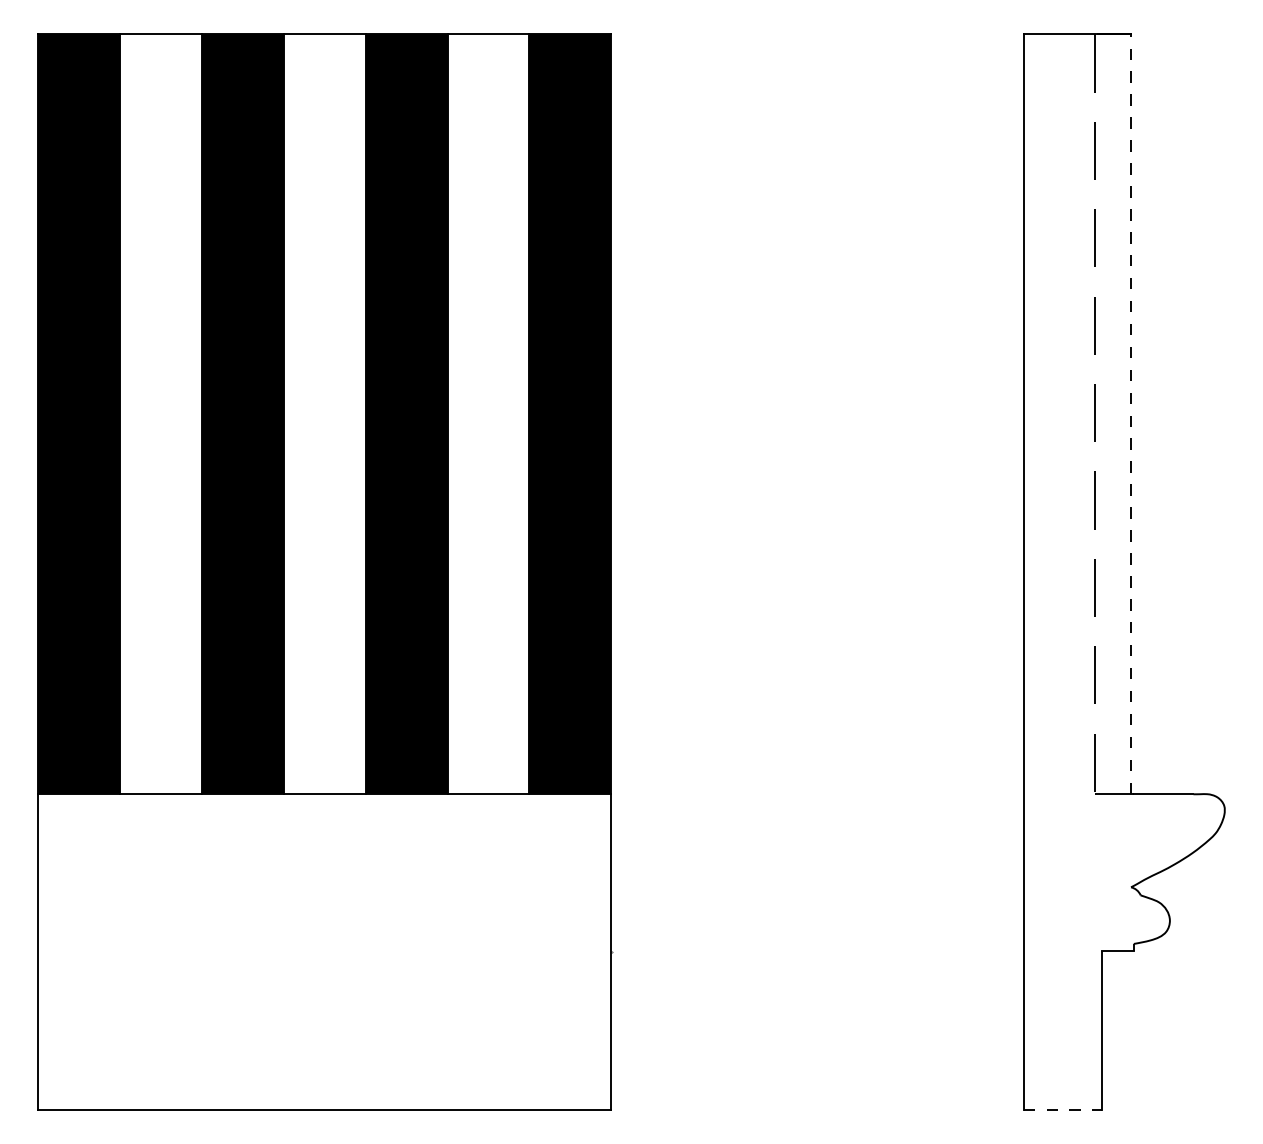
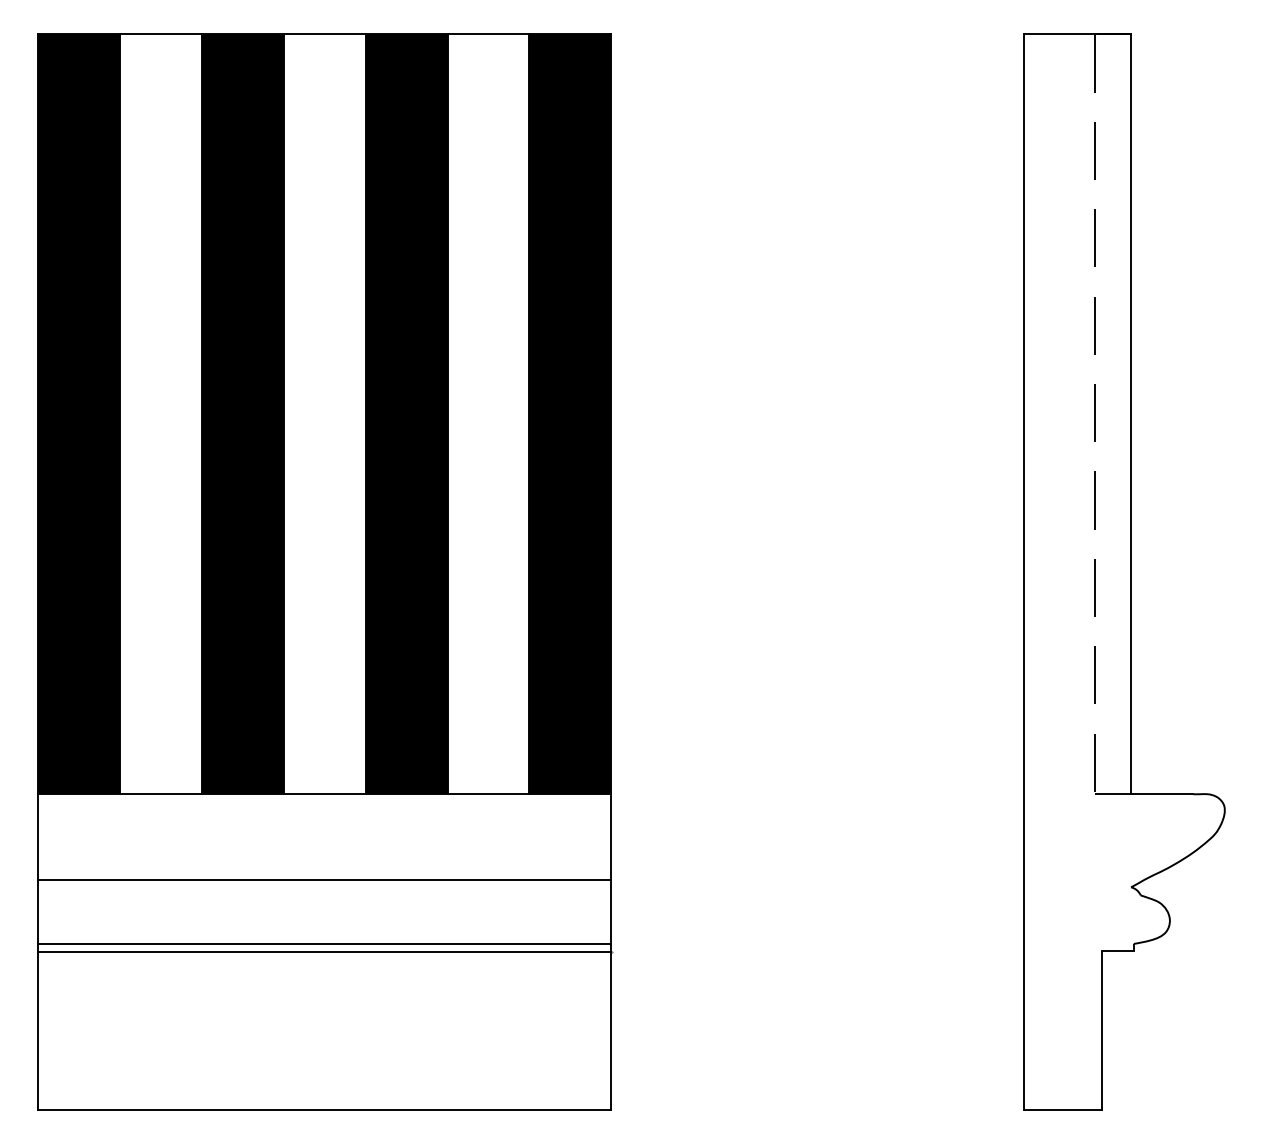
line at (1131, 414): dashed -> solid
line at (324, 880): none -> present
line at (324, 943): none -> present
line at (324, 951): none -> present
line at (1063, 1109): dashed -> solid
